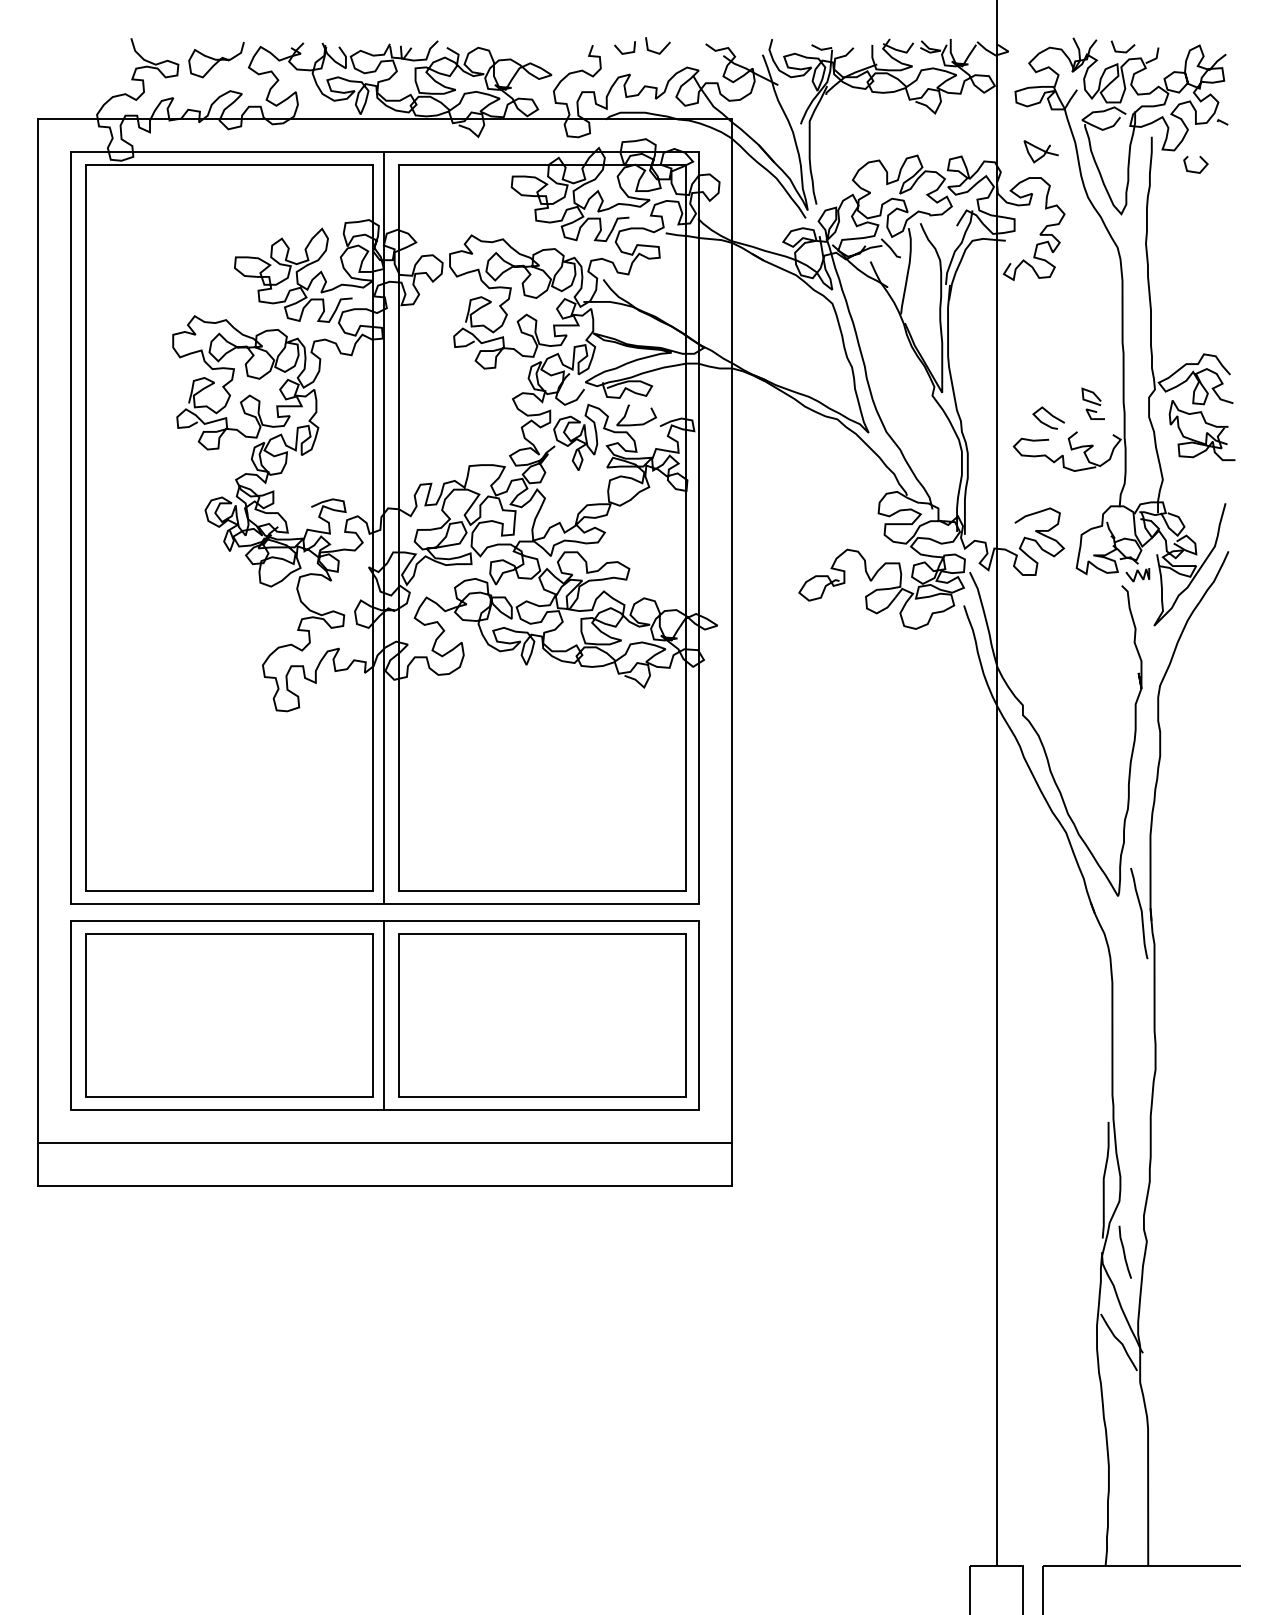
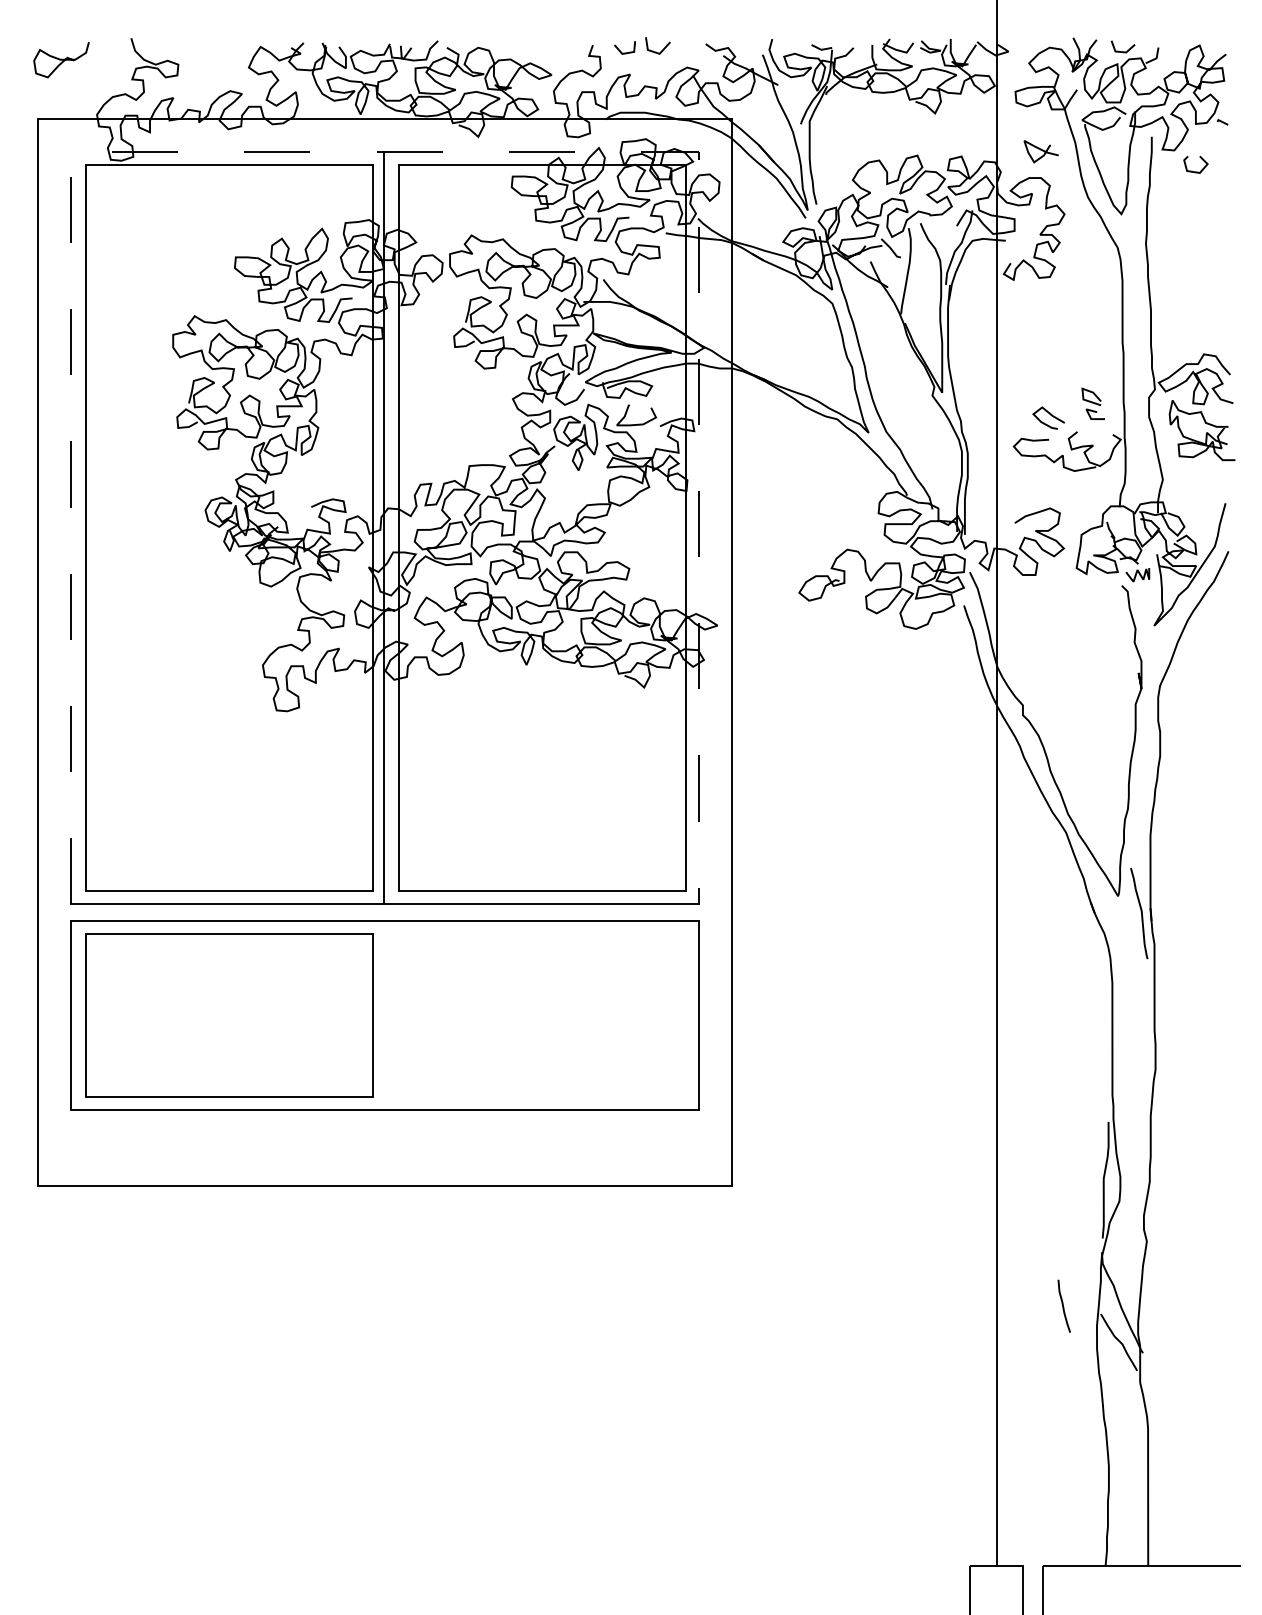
curve at (216, 60) position: (216, 60) -> (61, 60)
line at (385, 152): solid -> dashed
line at (383, 1014): present -> none
part at (542, 1015): present -> none
line at (384, 1142): present -> none
curve at (1124, 1251) position: (1124, 1251) -> (1063, 1305)
